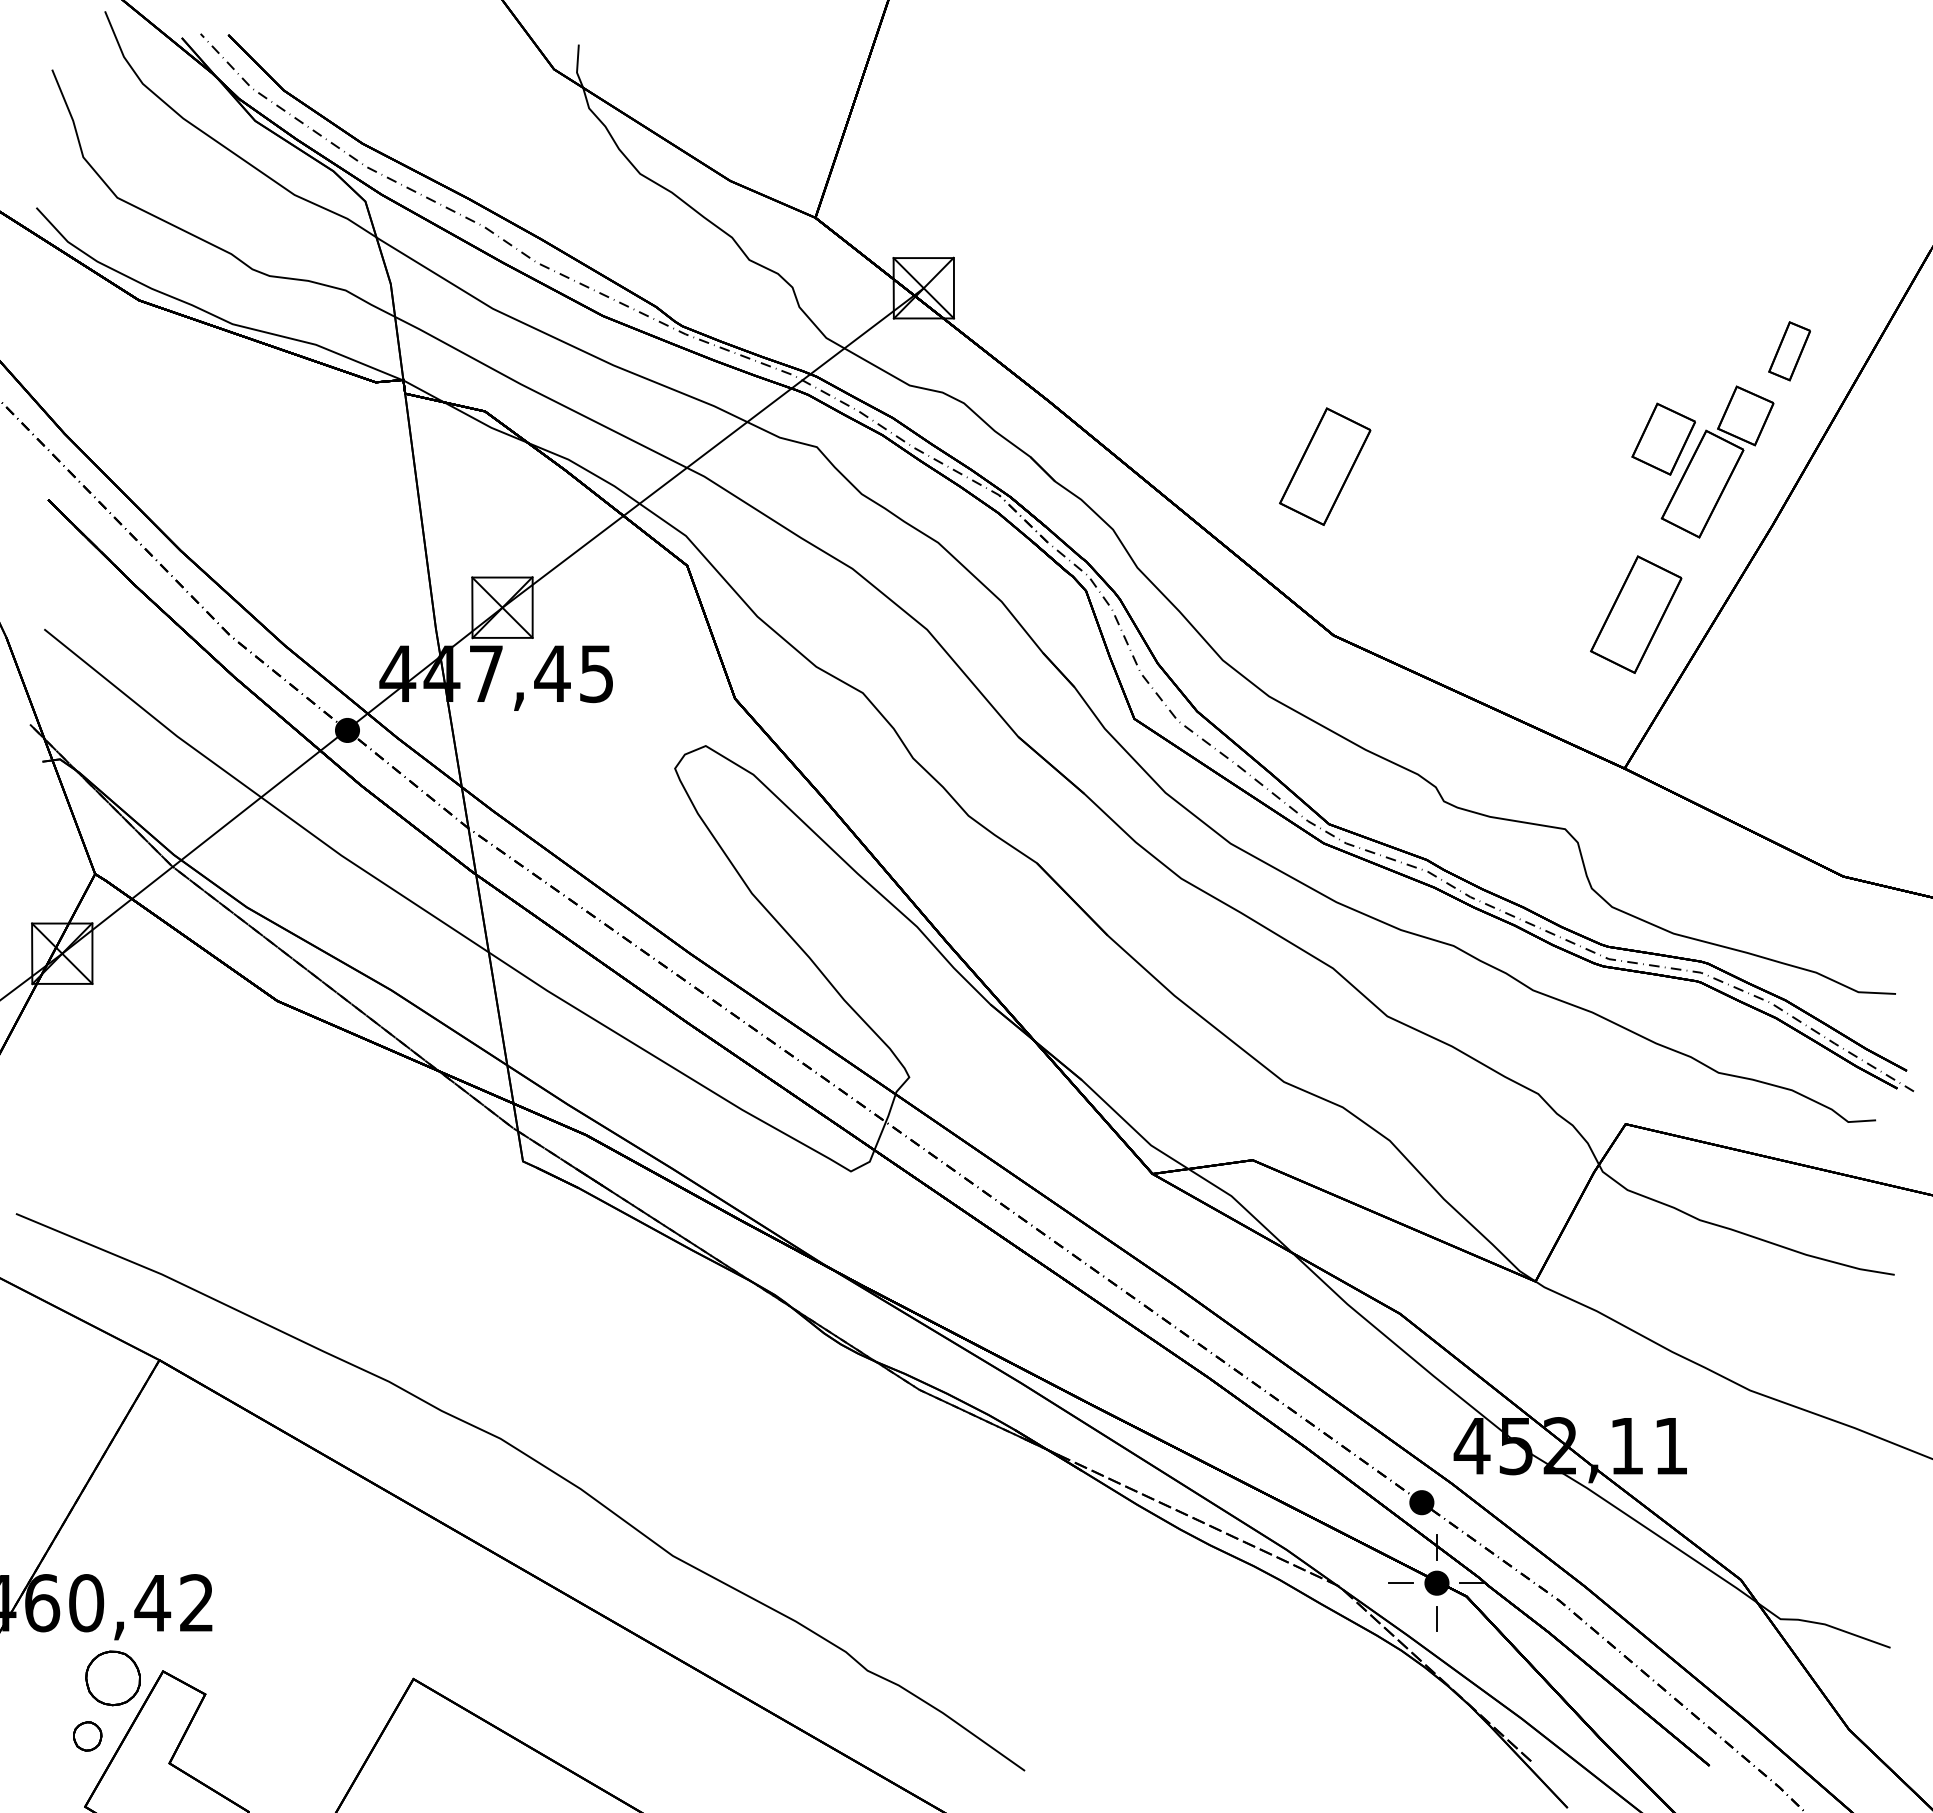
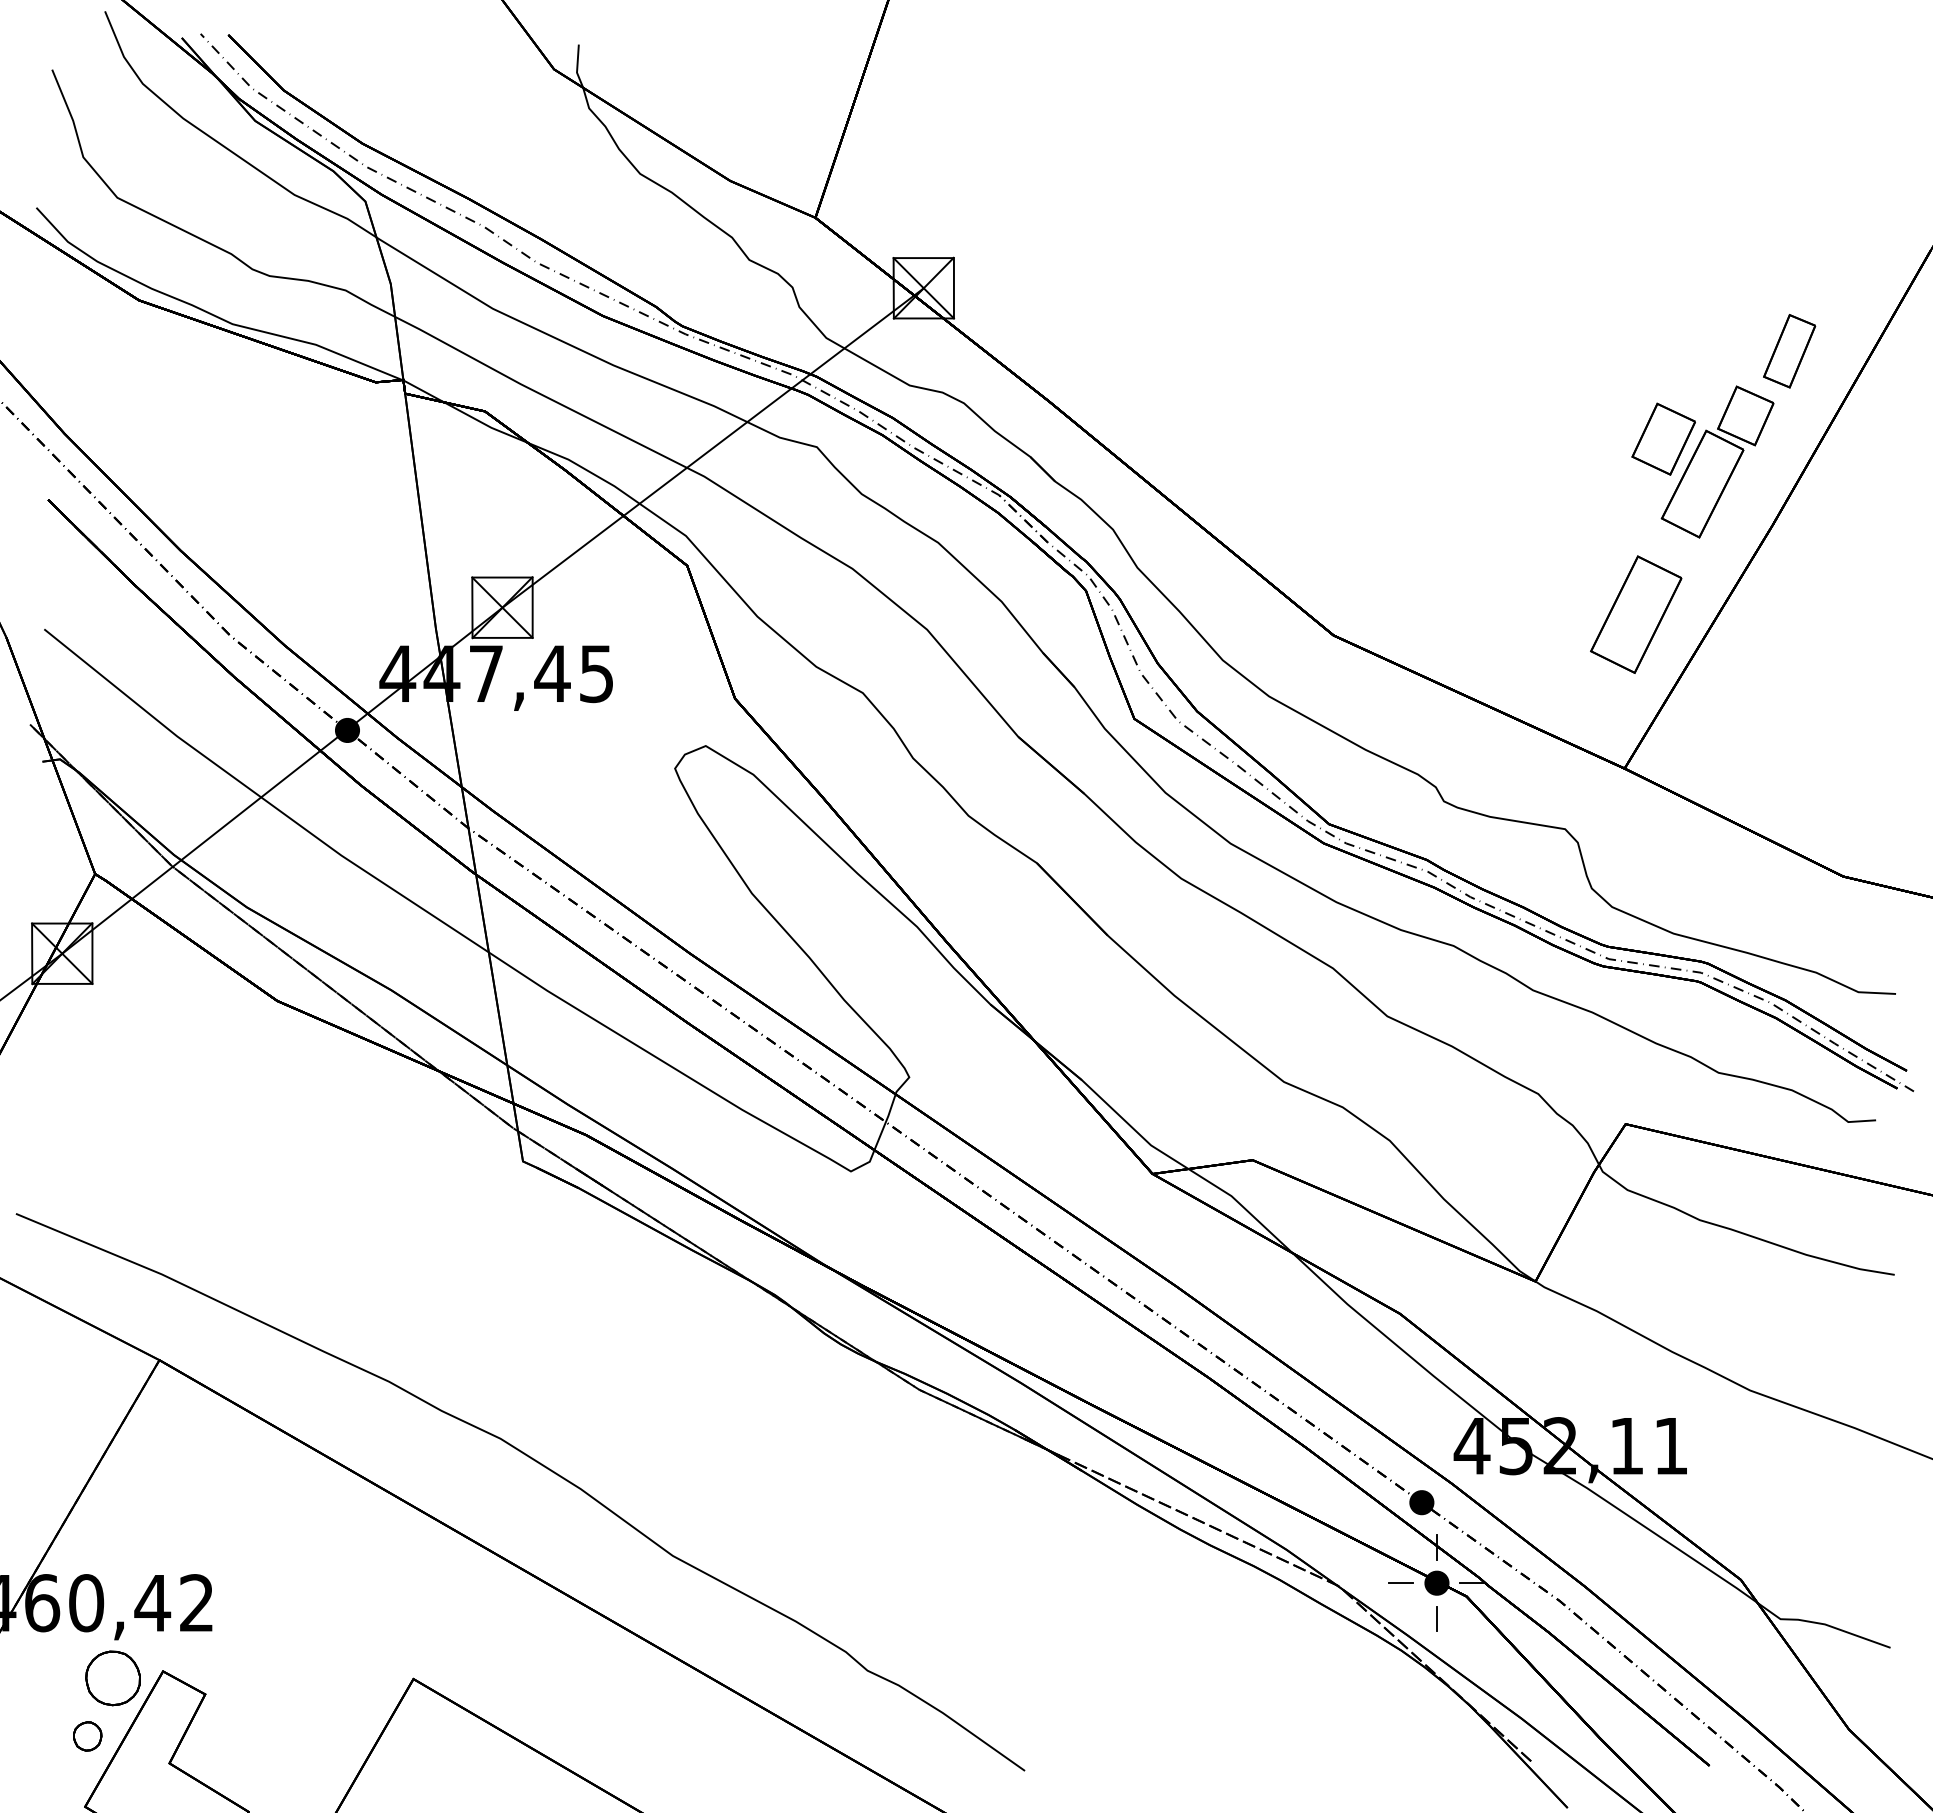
part at (1789, 351) size: 43x61 px -> 54x75 px
part at (1325, 466): present -> none
